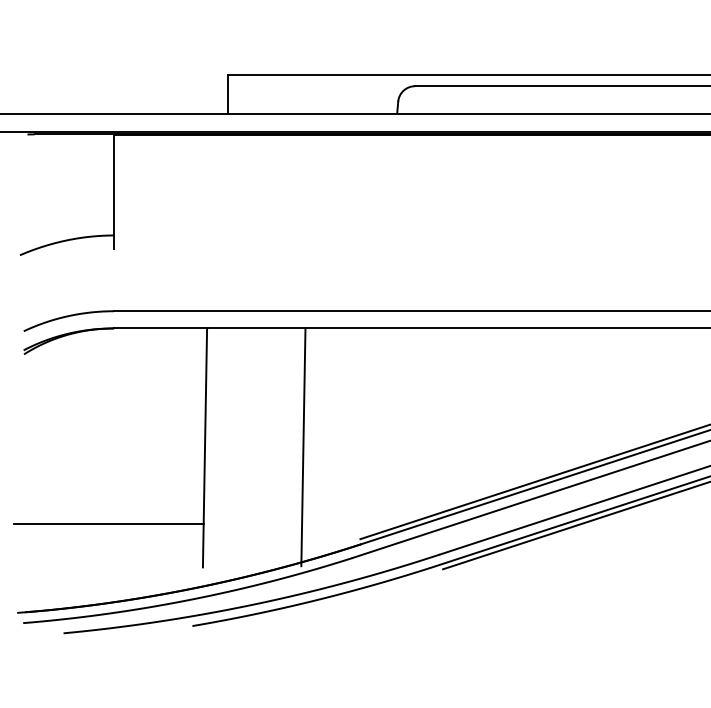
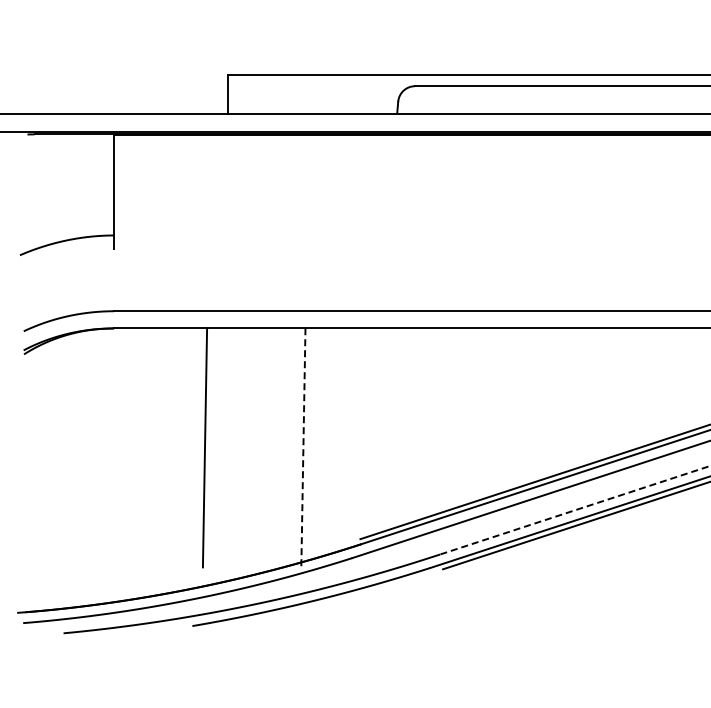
line at (303, 447): solid -> dashed
line at (574, 510): solid -> dashed
line at (108, 523): present -> none
